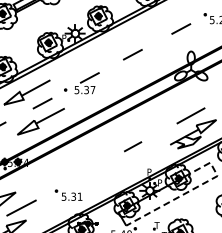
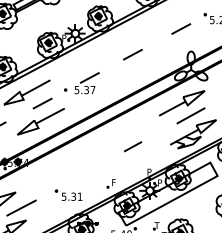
part at (182, 103): none -> present
part at (110, 183): none -> present
line at (192, 189): dashed -> solid
